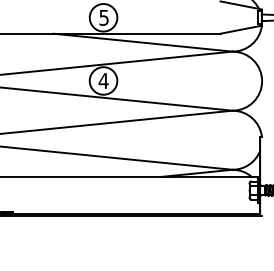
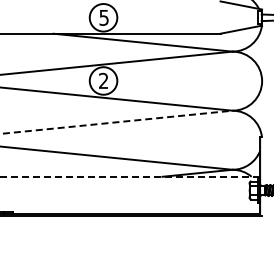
text at (103, 80): 4 -> 2
line at (117, 122): solid -> dashed
line at (130, 176): solid -> dashed
